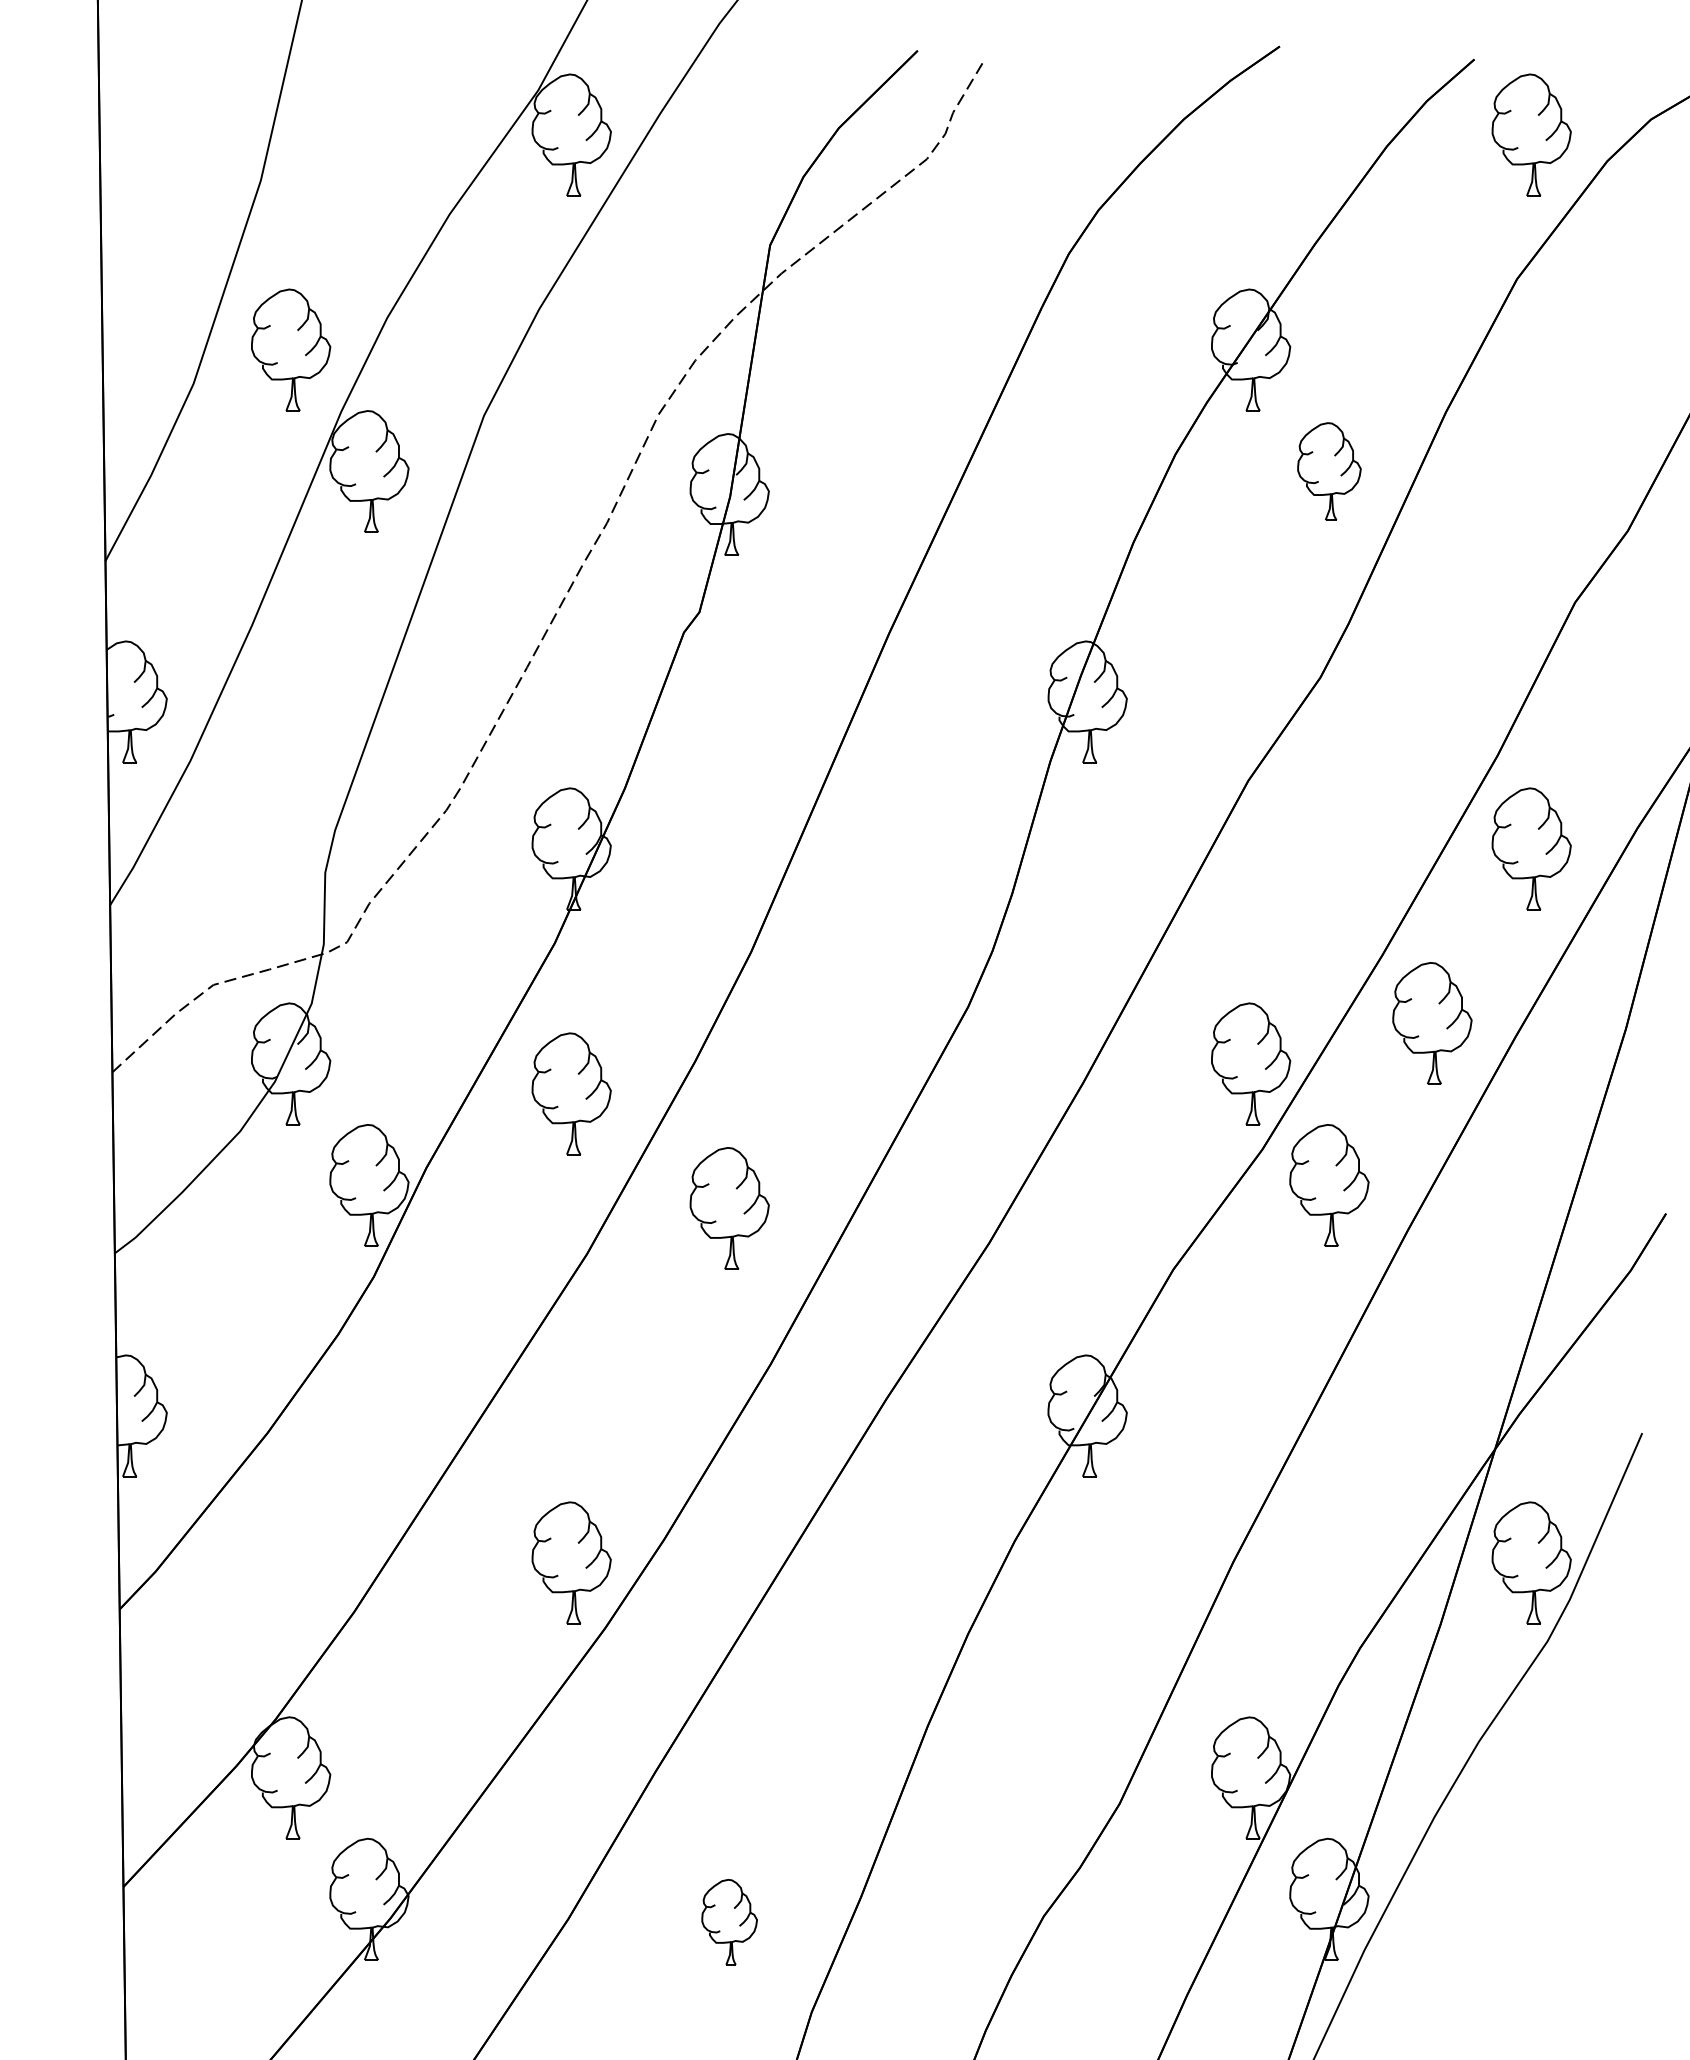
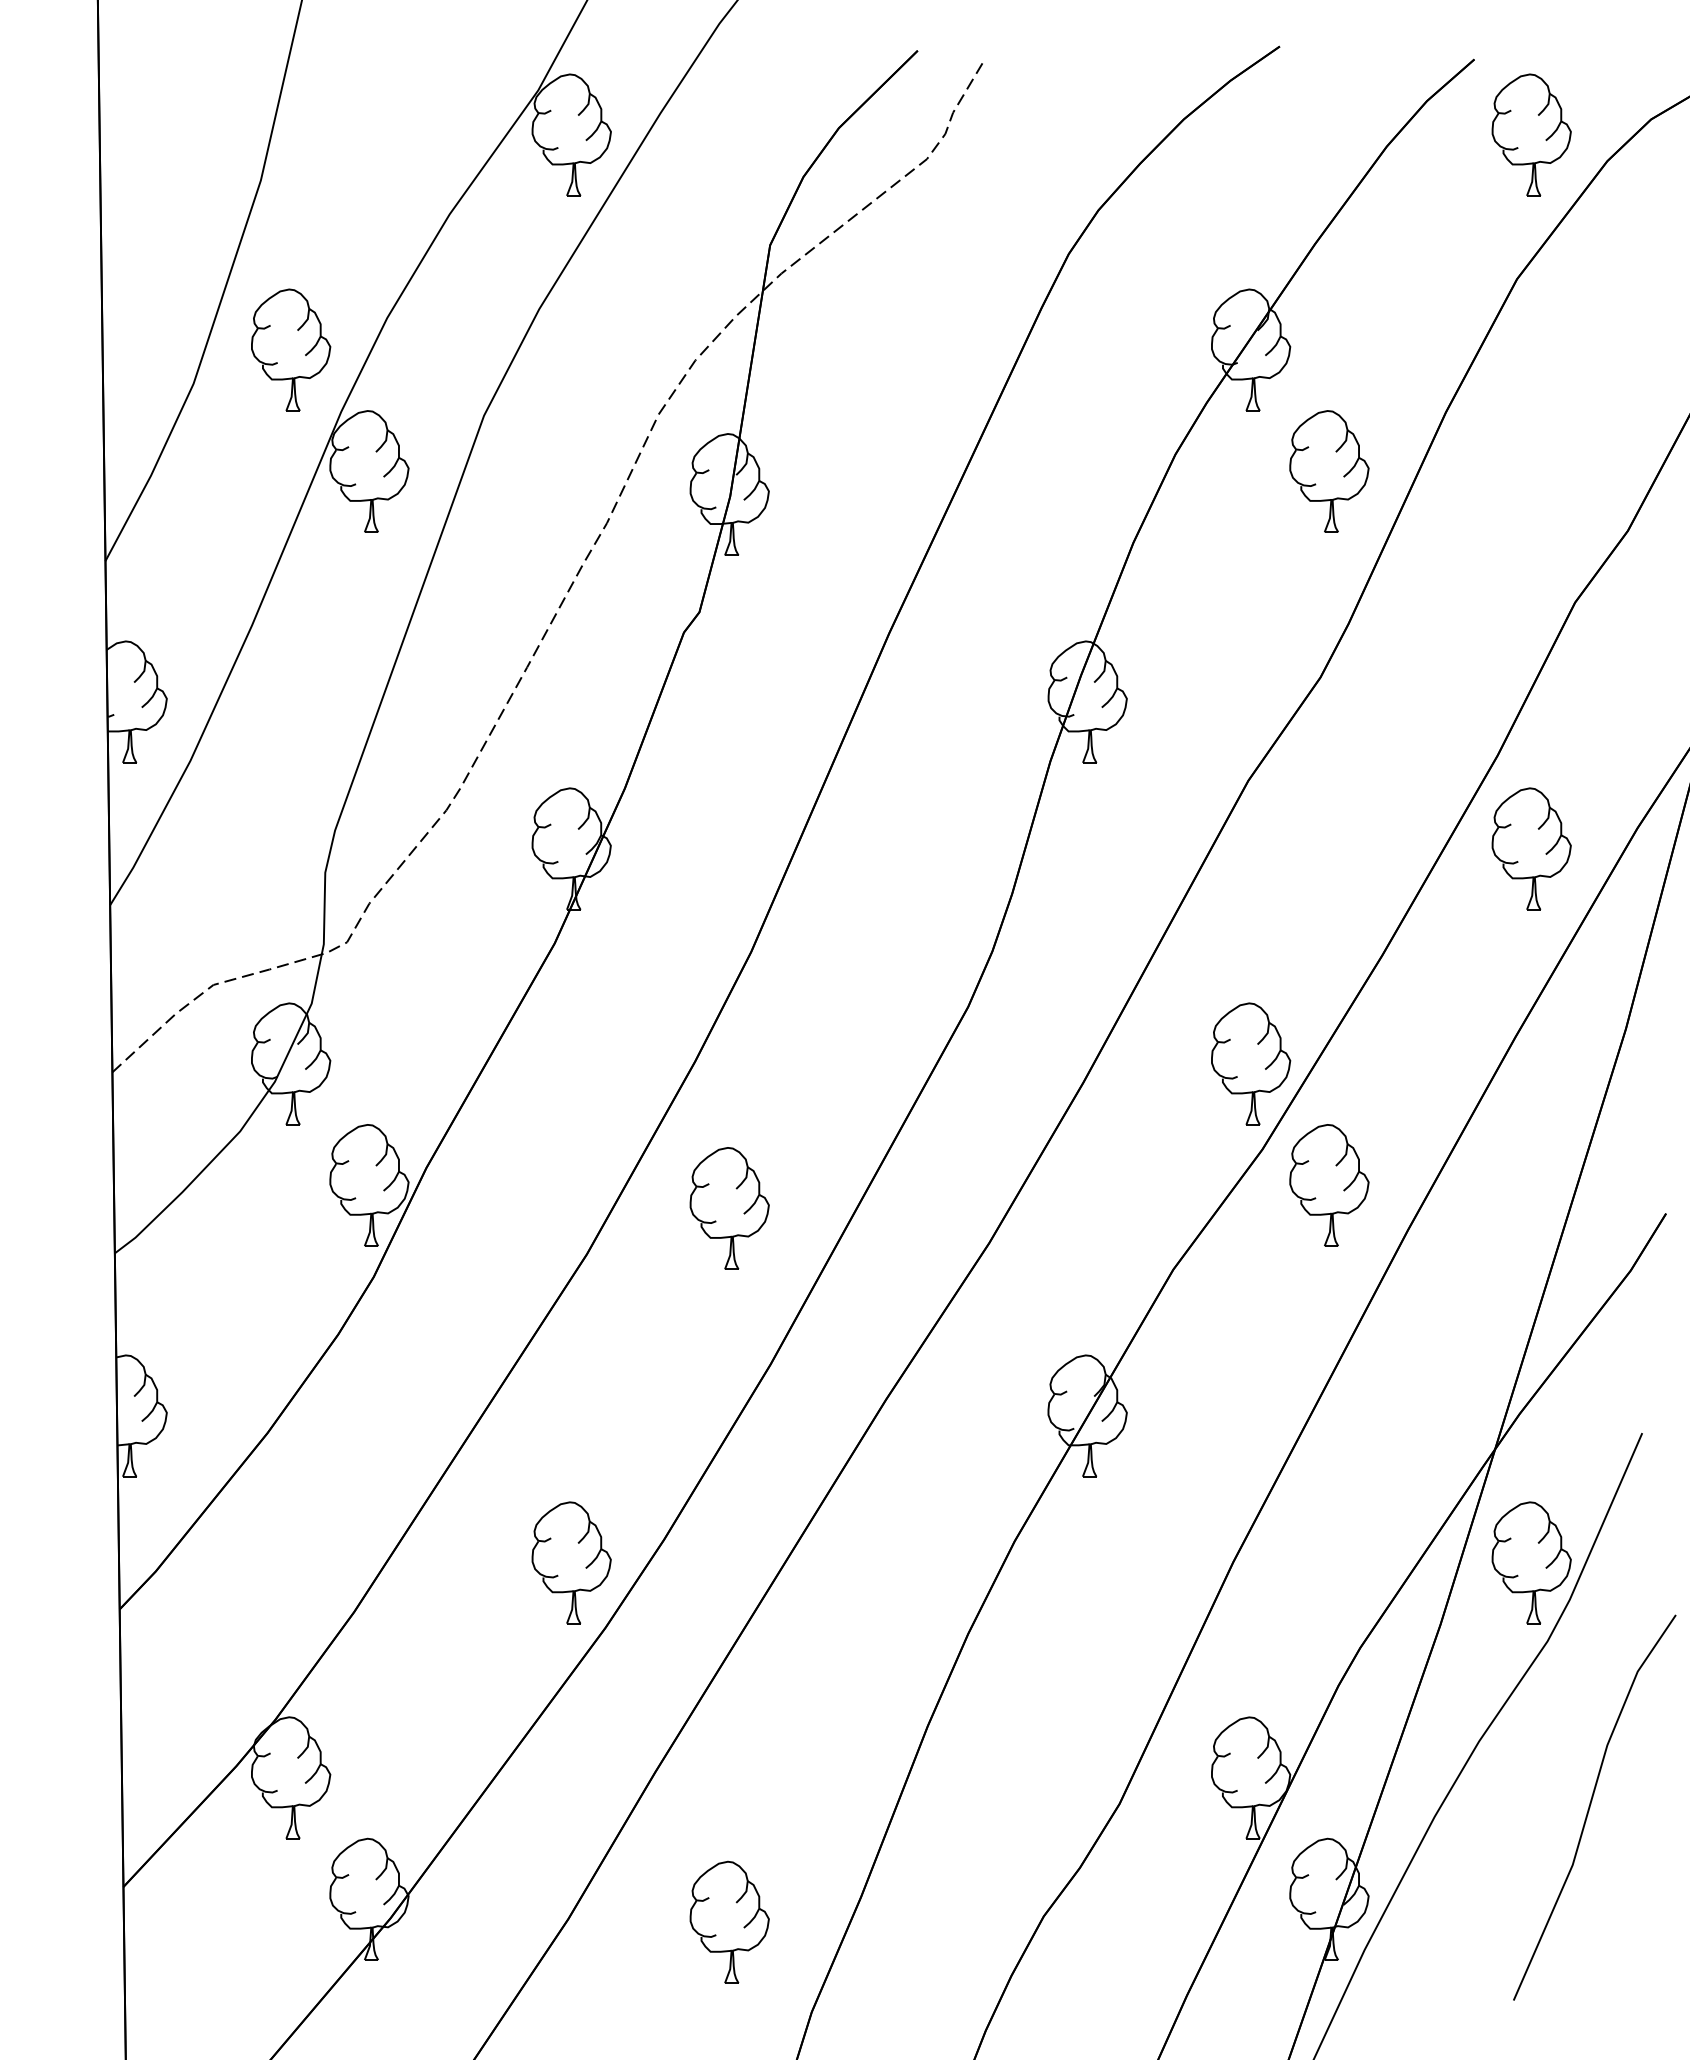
part at (1329, 471) size: 65x99 px -> 81x123 px
part at (1432, 1023): present -> none
part at (571, 1093): present -> none
line at (1590, 1807): none -> present
part at (729, 1922) size: 57x87 px -> 81x124 px
